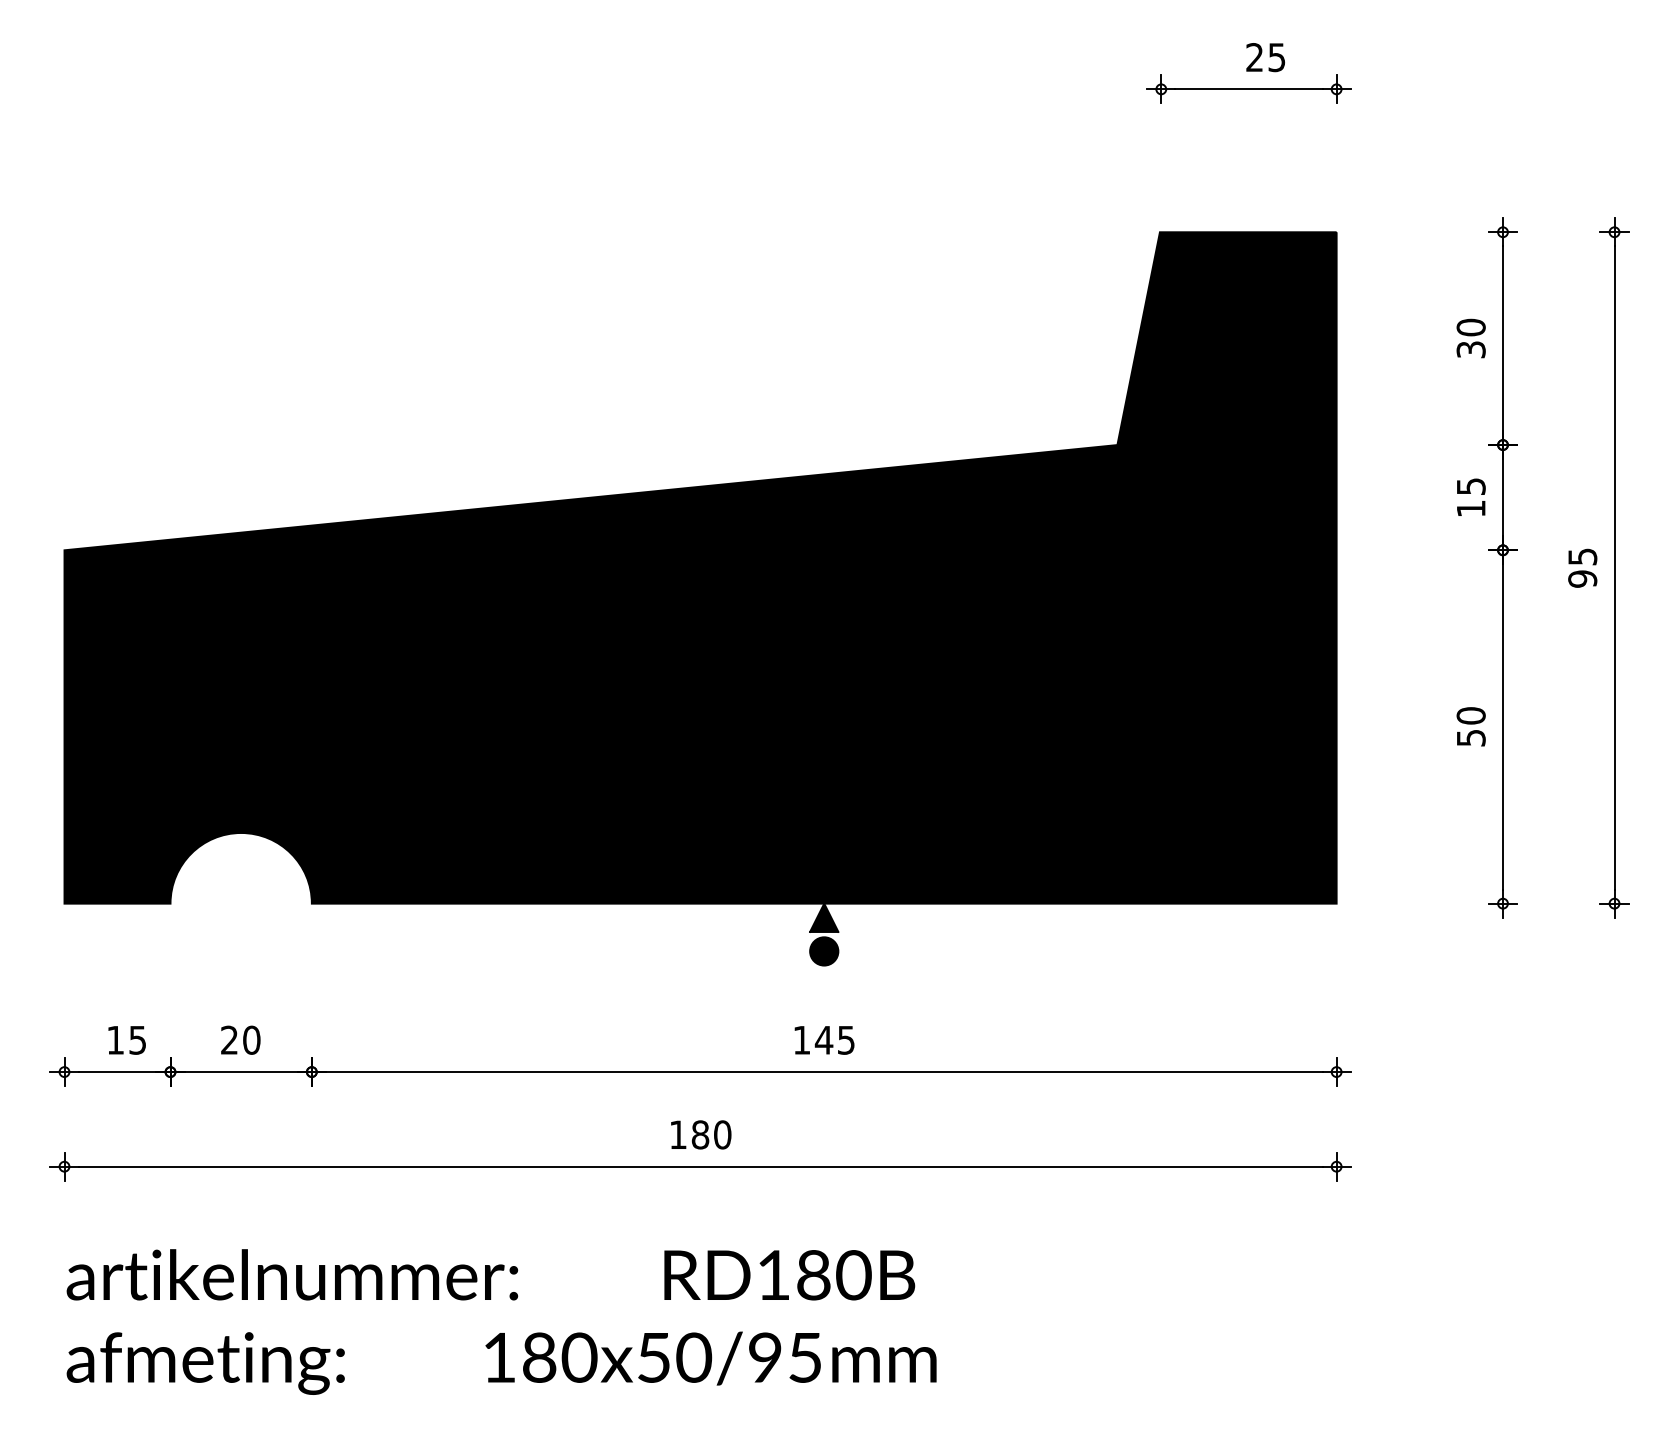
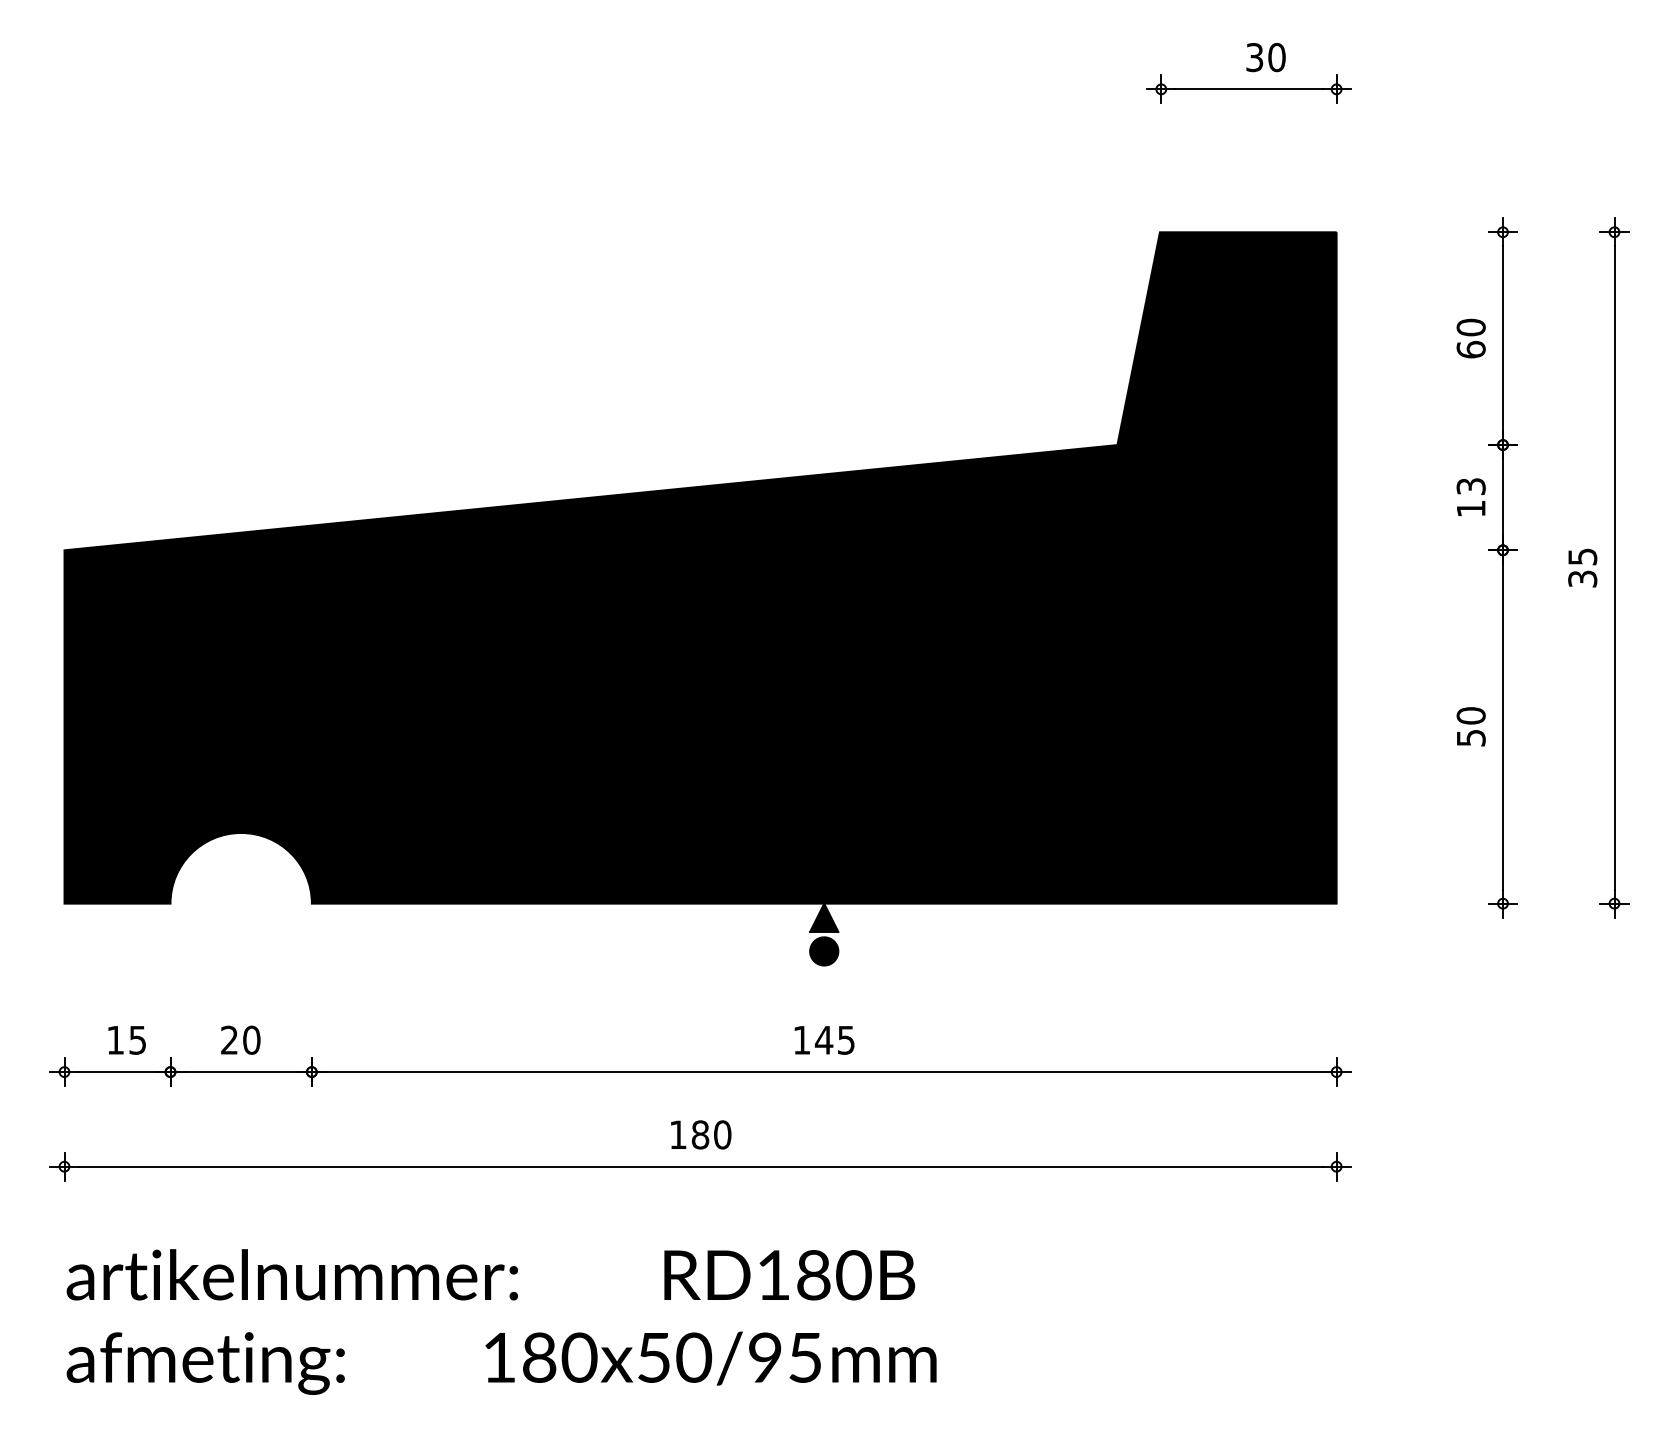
text at (1265, 57): 25 -> 30
text at (1470, 349): 30 -> 60
text at (1470, 486): 15 -> 13
text at (1582, 578): 95 -> 35
